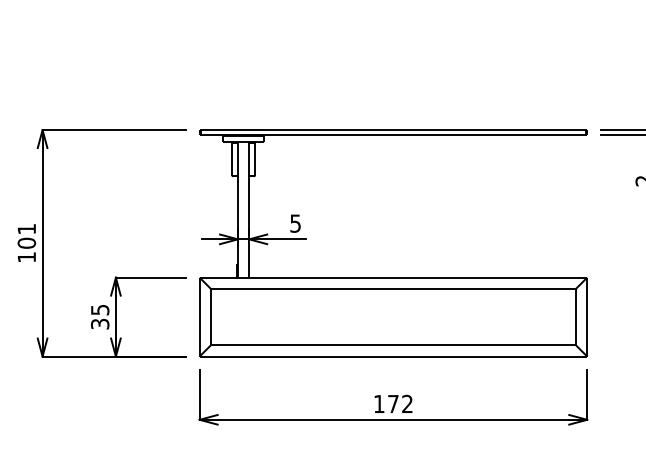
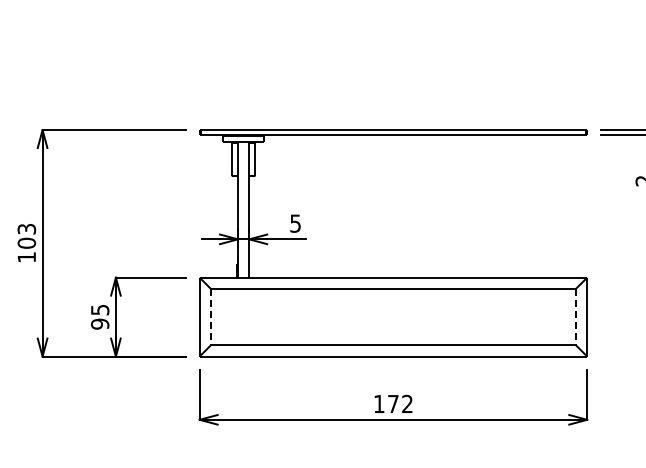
text at (26, 229): 101 -> 103
line at (210, 317): solid -> dashed
line at (575, 317): solid -> dashed
text at (100, 323): 35 -> 95
